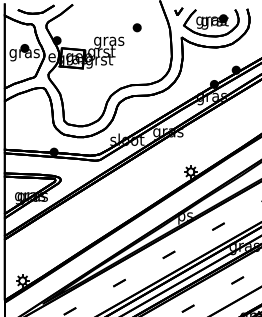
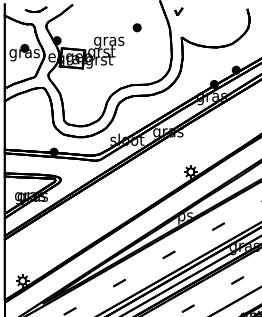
part at (35, 9) size: 38x11 px -> 24x7 px
part at (211, 23): present -> none
